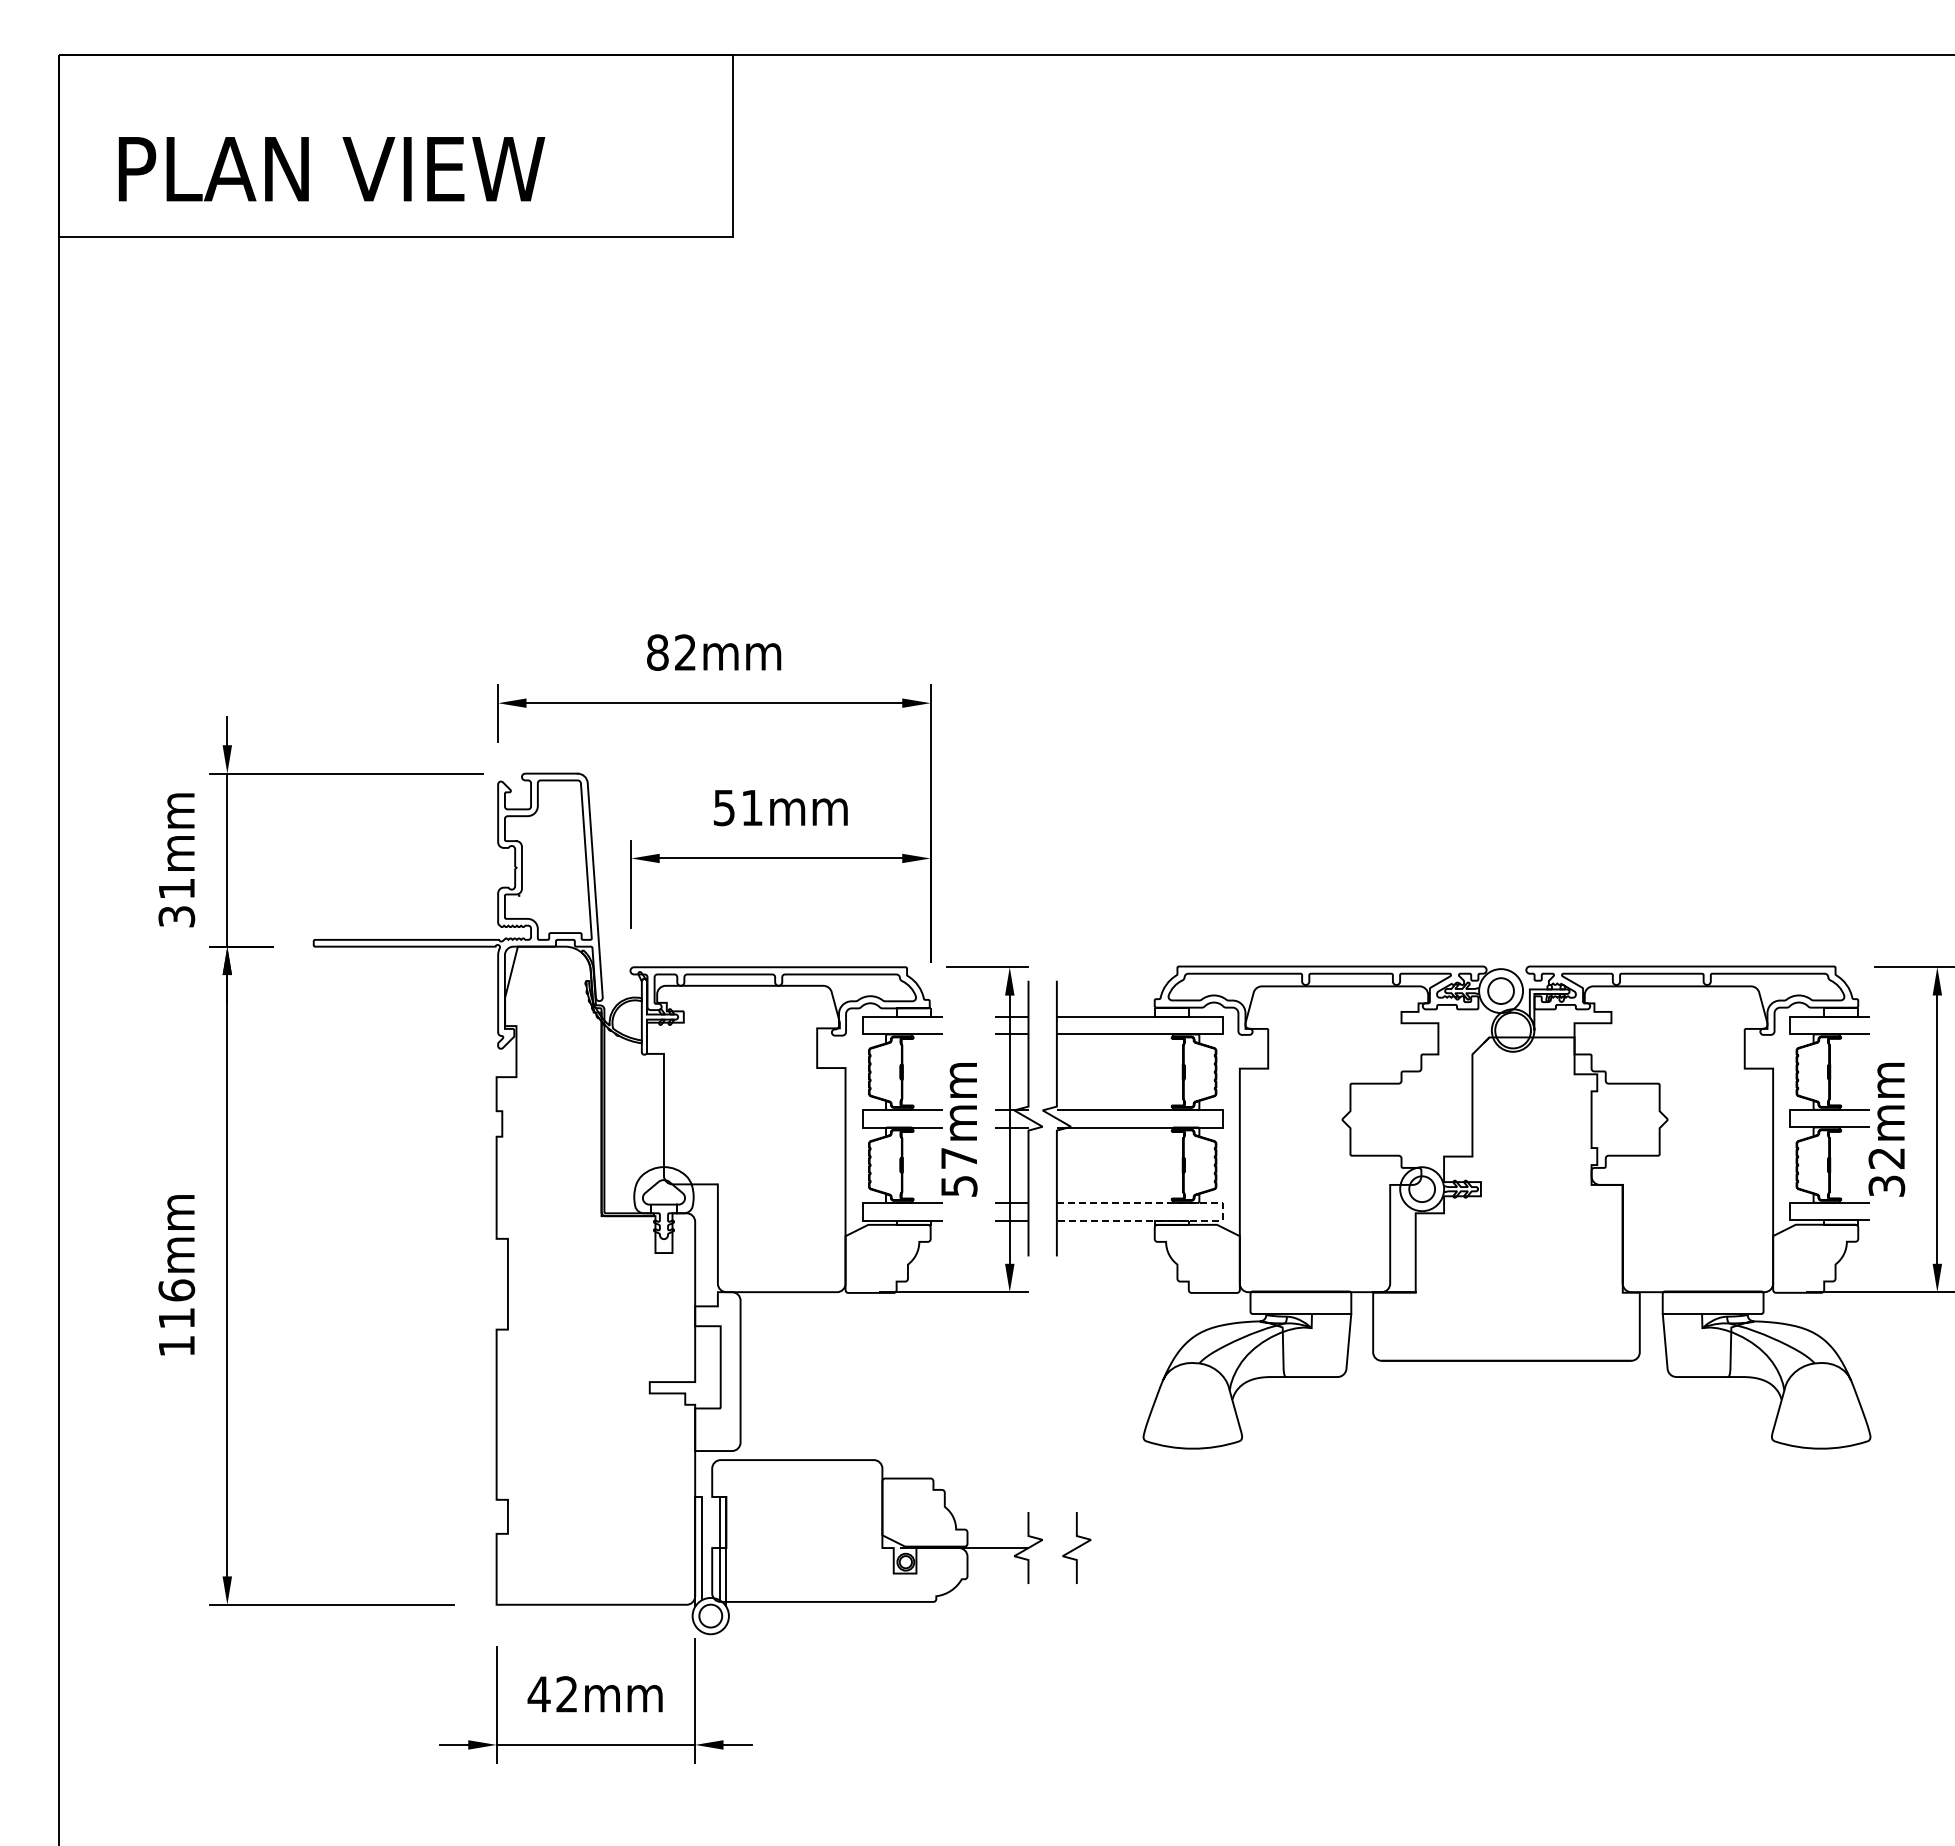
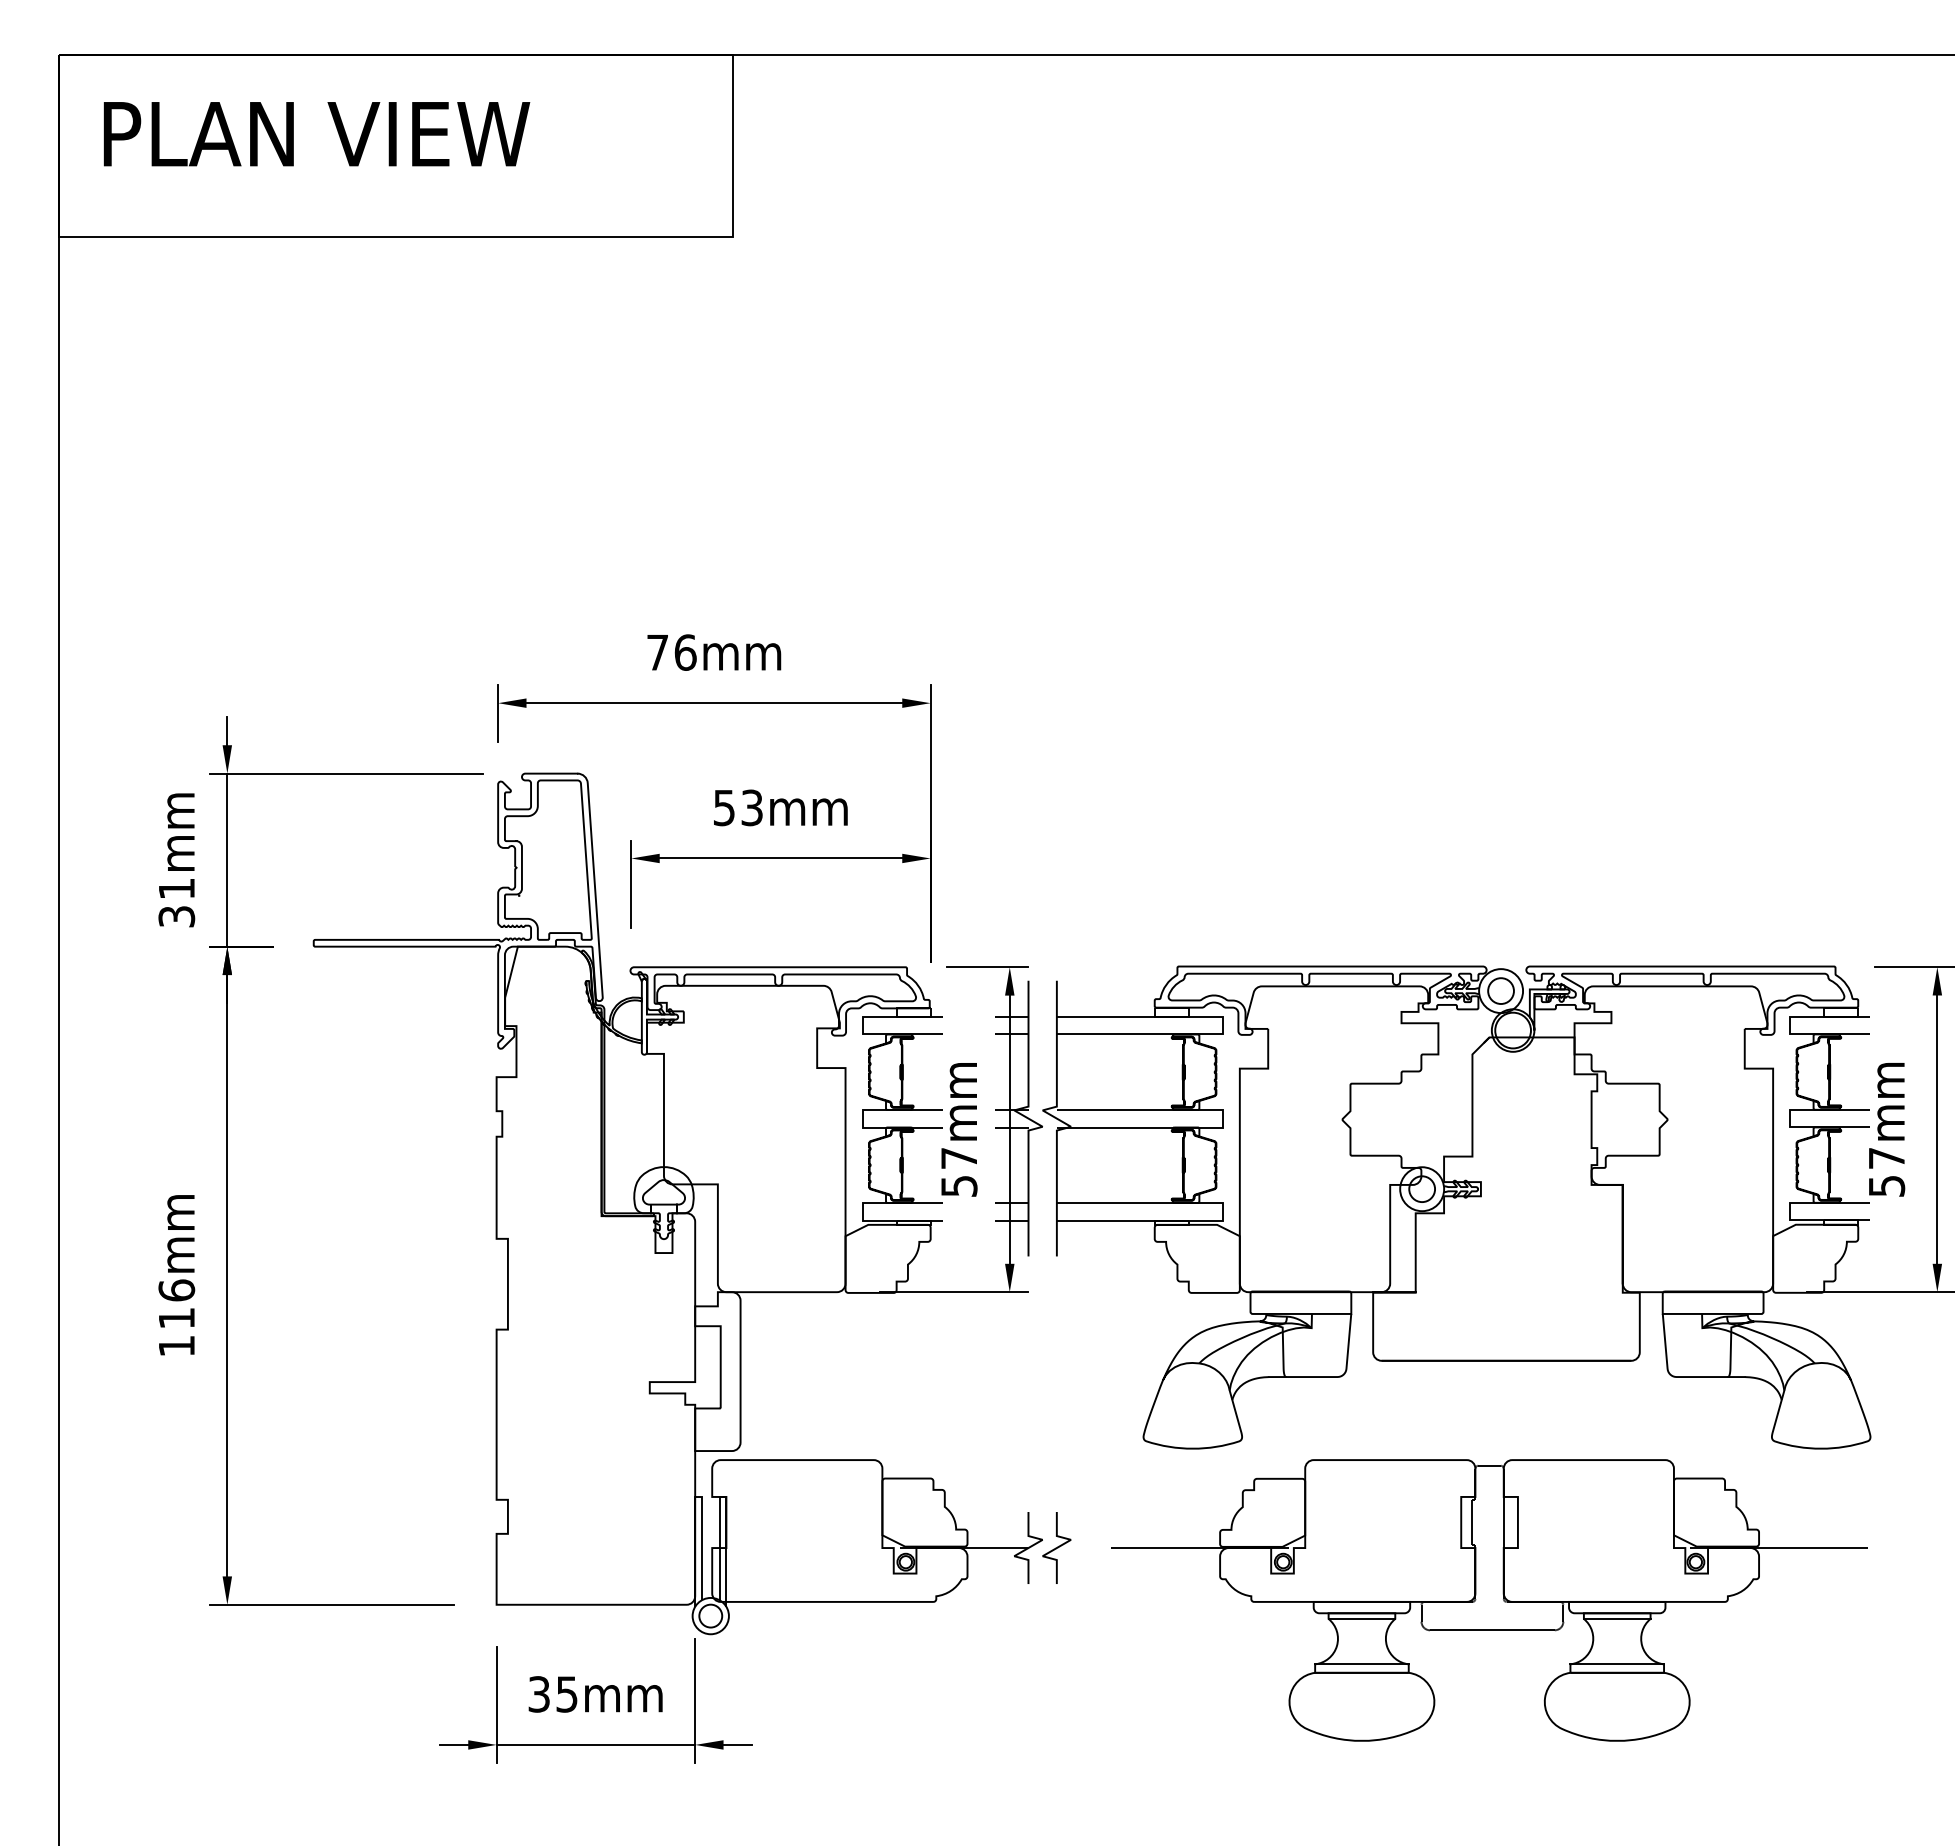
text at (331, 169) position: (331, 169) -> (316, 134)
text at (671, 652): 82mm -> 76mm
text at (751, 807): 51mm -> 53mm
text at (1886, 1172): 32mm -> 57mm
line at (1222, 1211): dashed -> solid
curve at (1076, 1547) position: (1076, 1547) -> (1056, 1547)
part at (1489, 1600): none -> present
text at (552, 1694): 42mm -> 35mm
